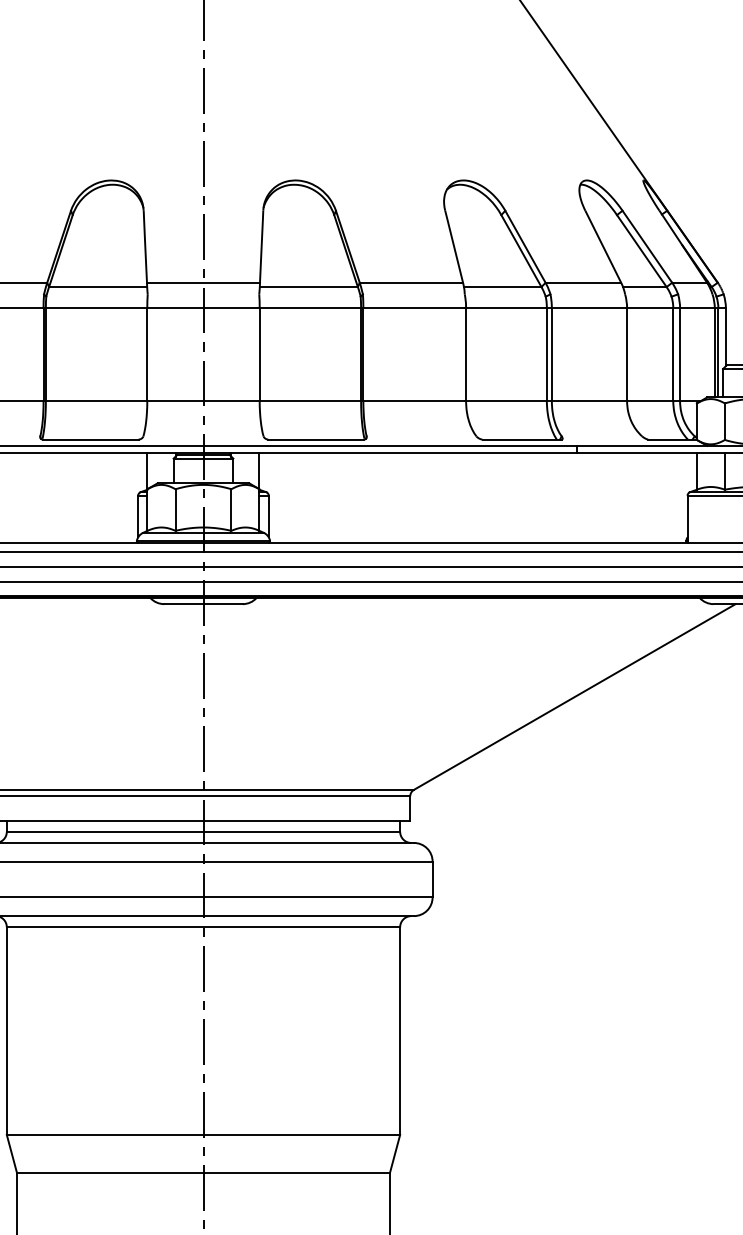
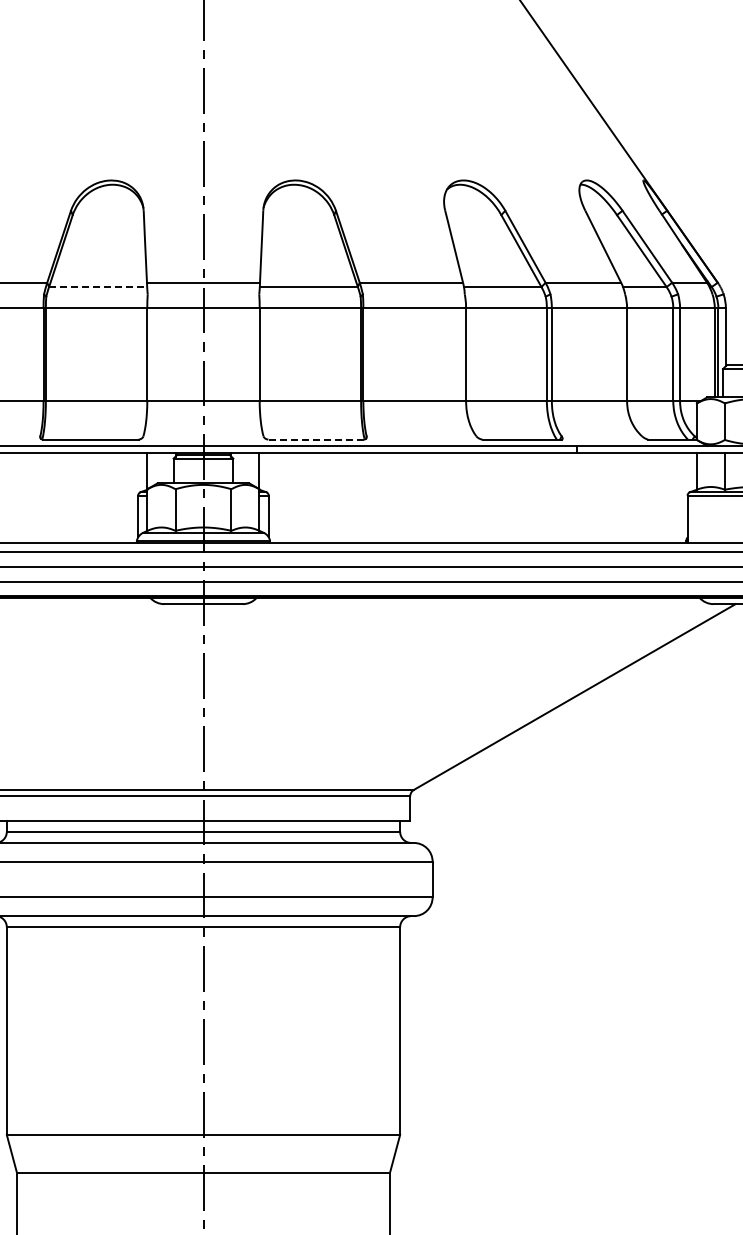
line at (98, 287): solid -> dashed
line at (316, 439): solid -> dashed
